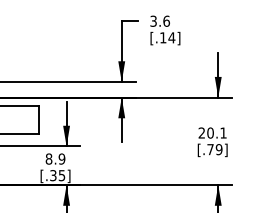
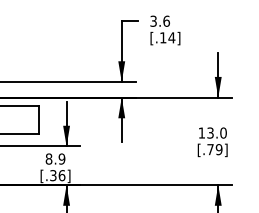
text at (212, 132): 20.1 -> 13.0
text at (61, 175): [.35] -> [.36]
